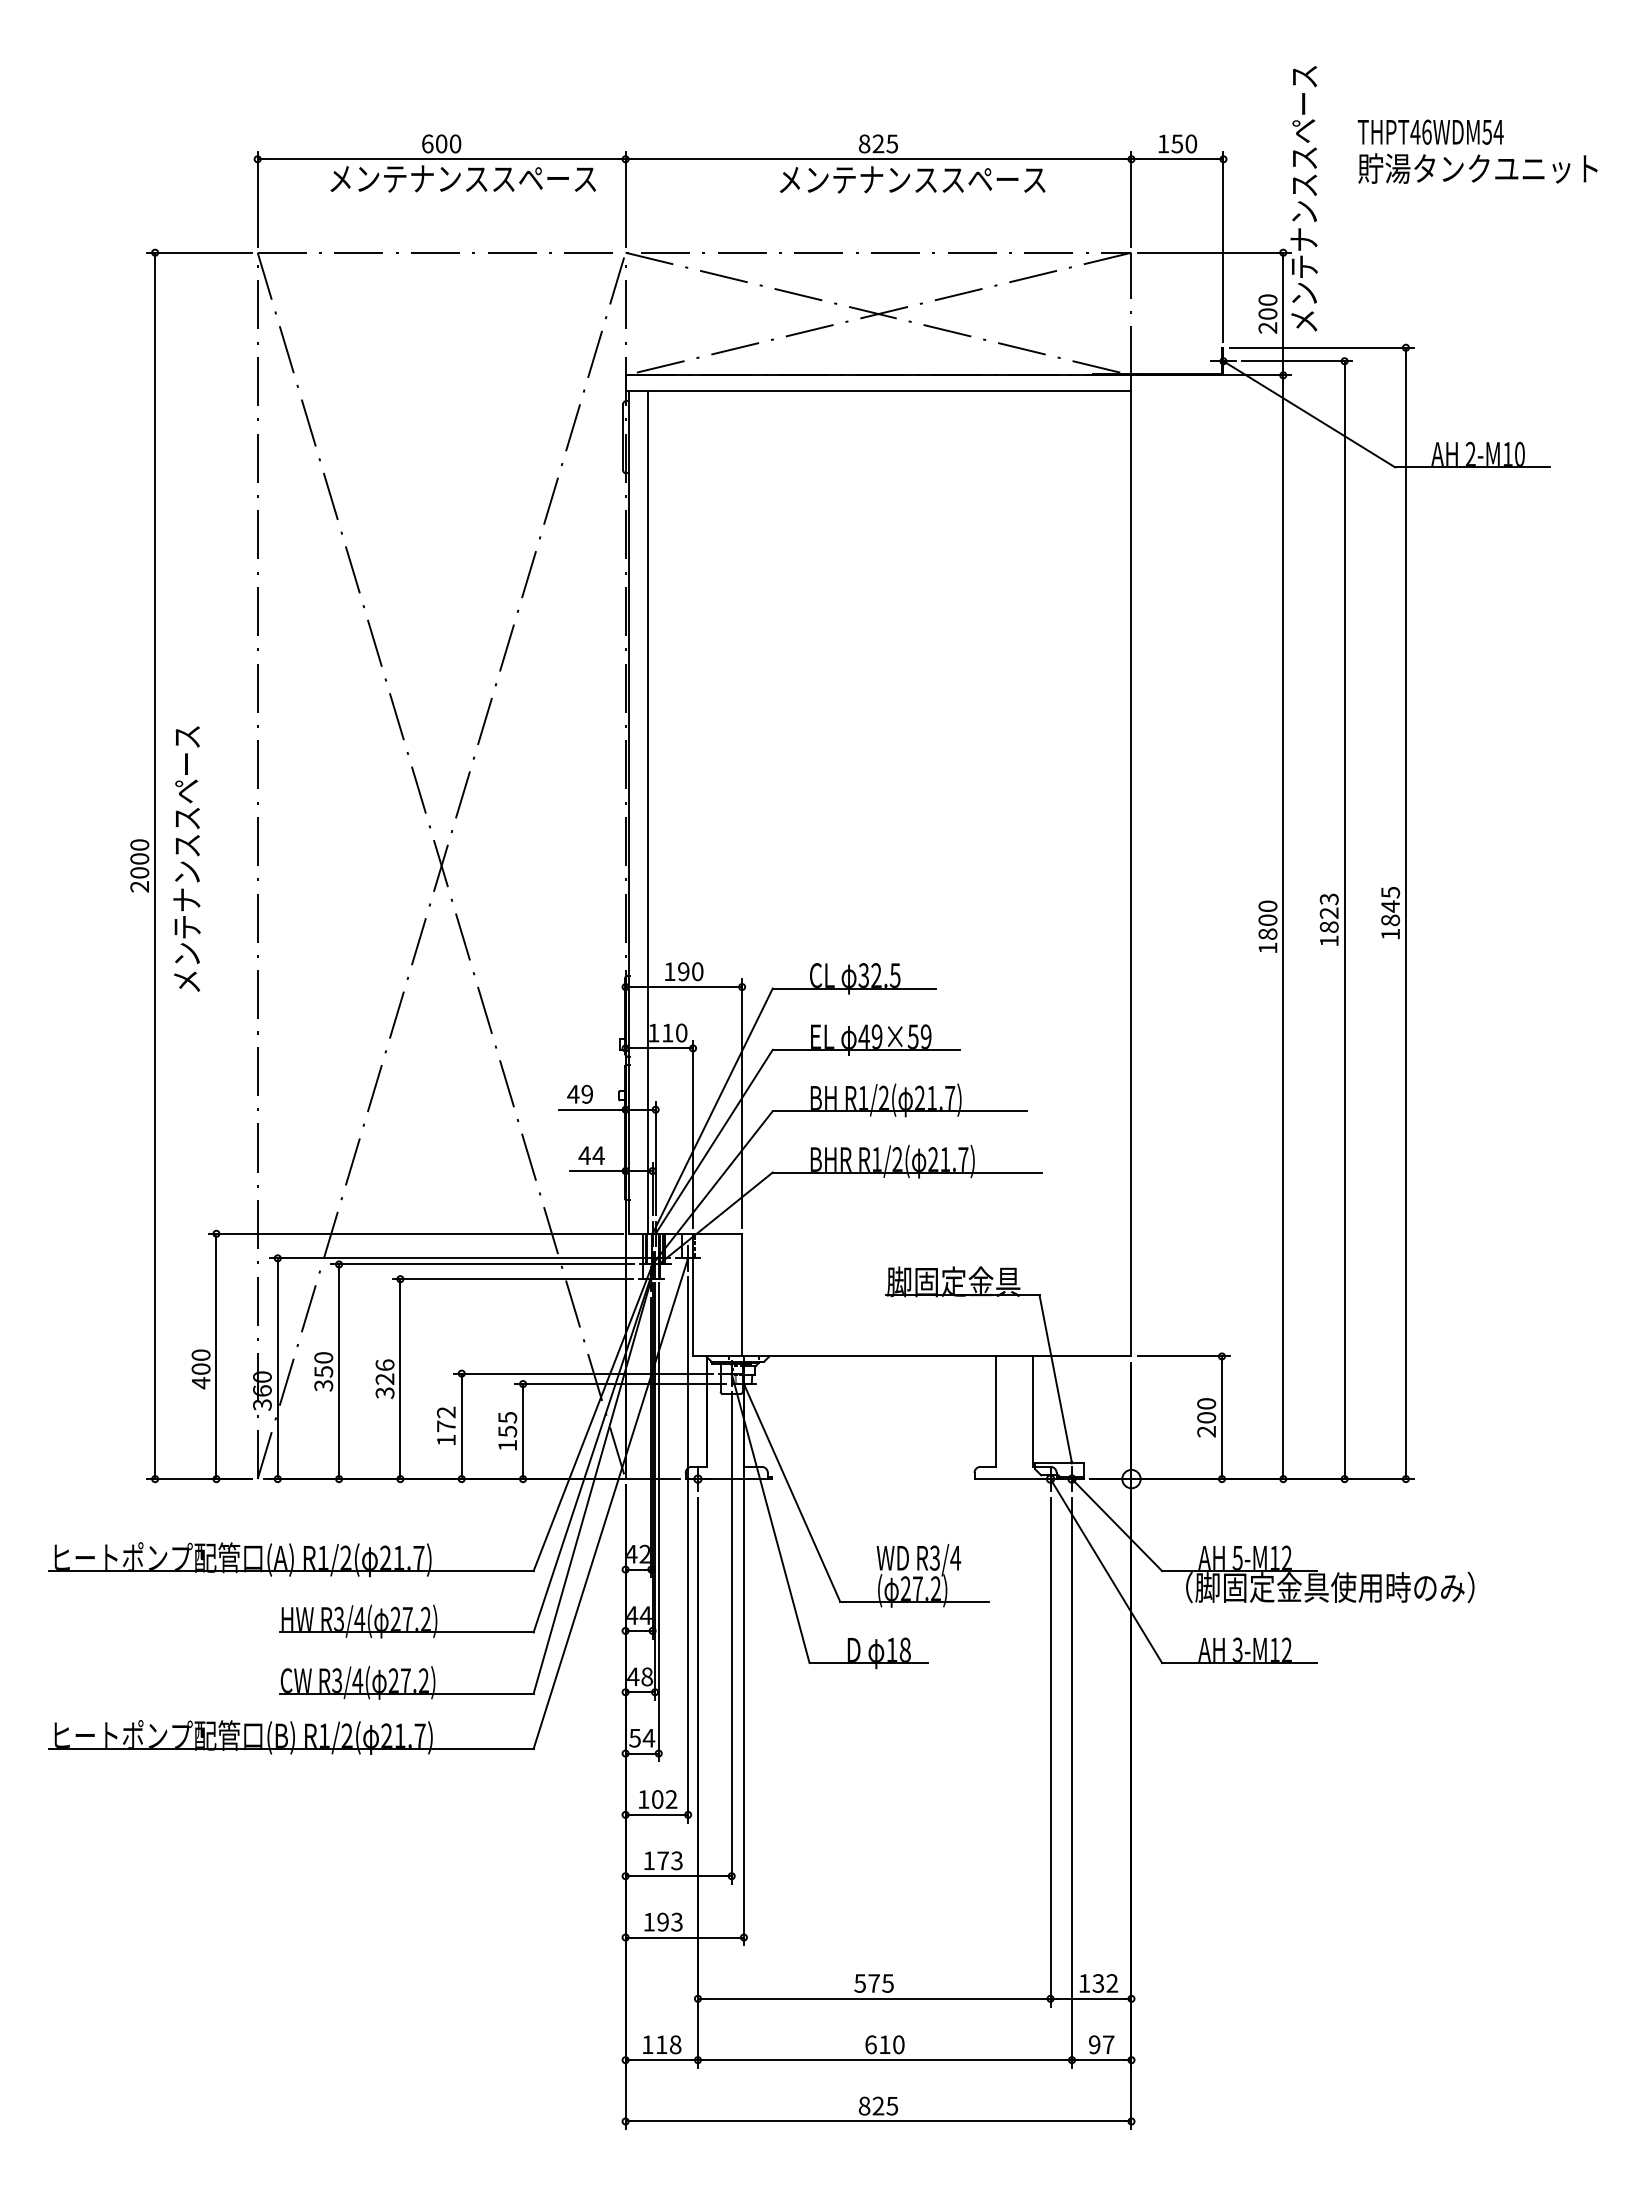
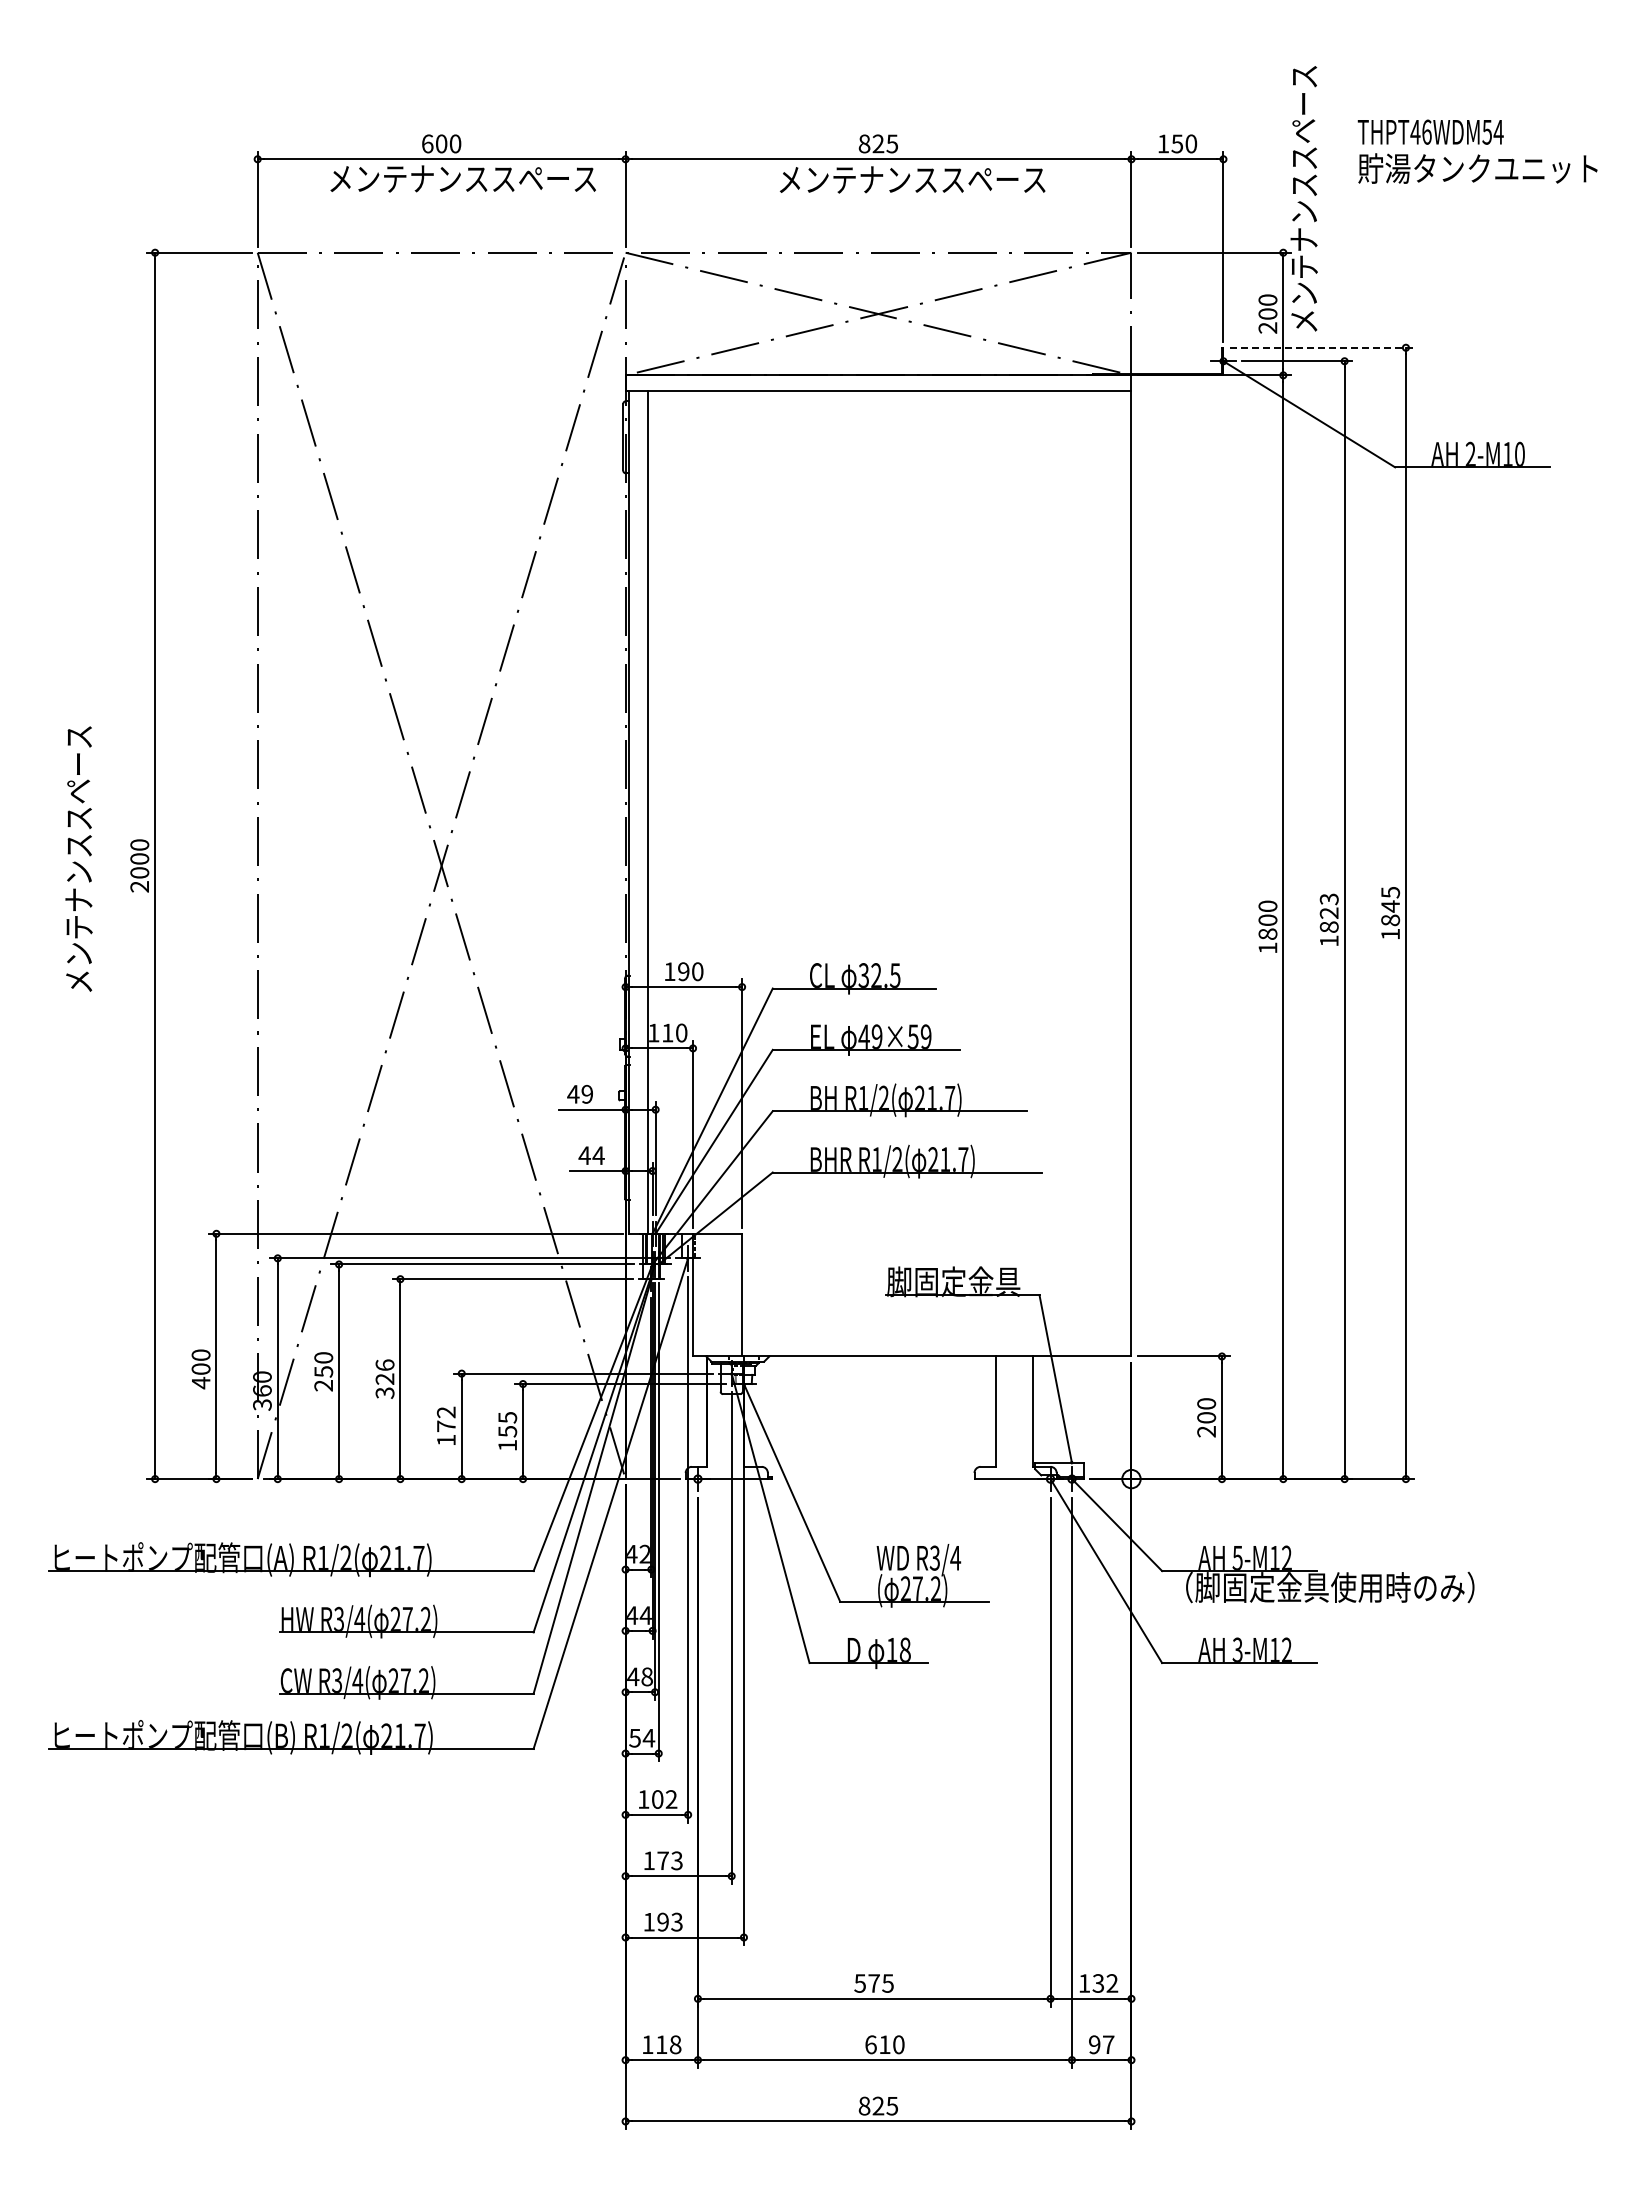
line at (1322, 347): solid -> dashed
text at (186, 858) position: (186, 858) -> (78, 858)
text at (323, 1385): 350 -> 250
